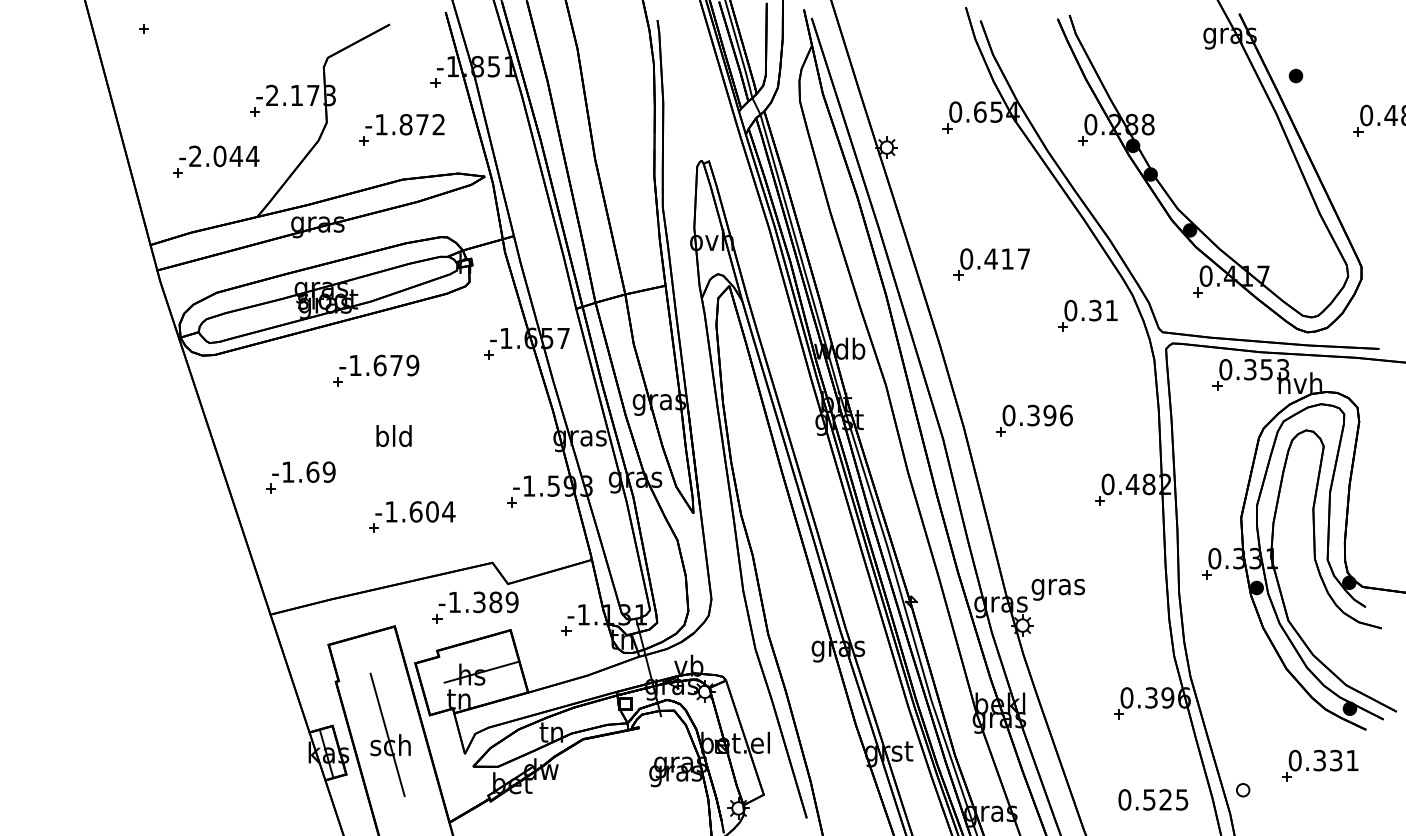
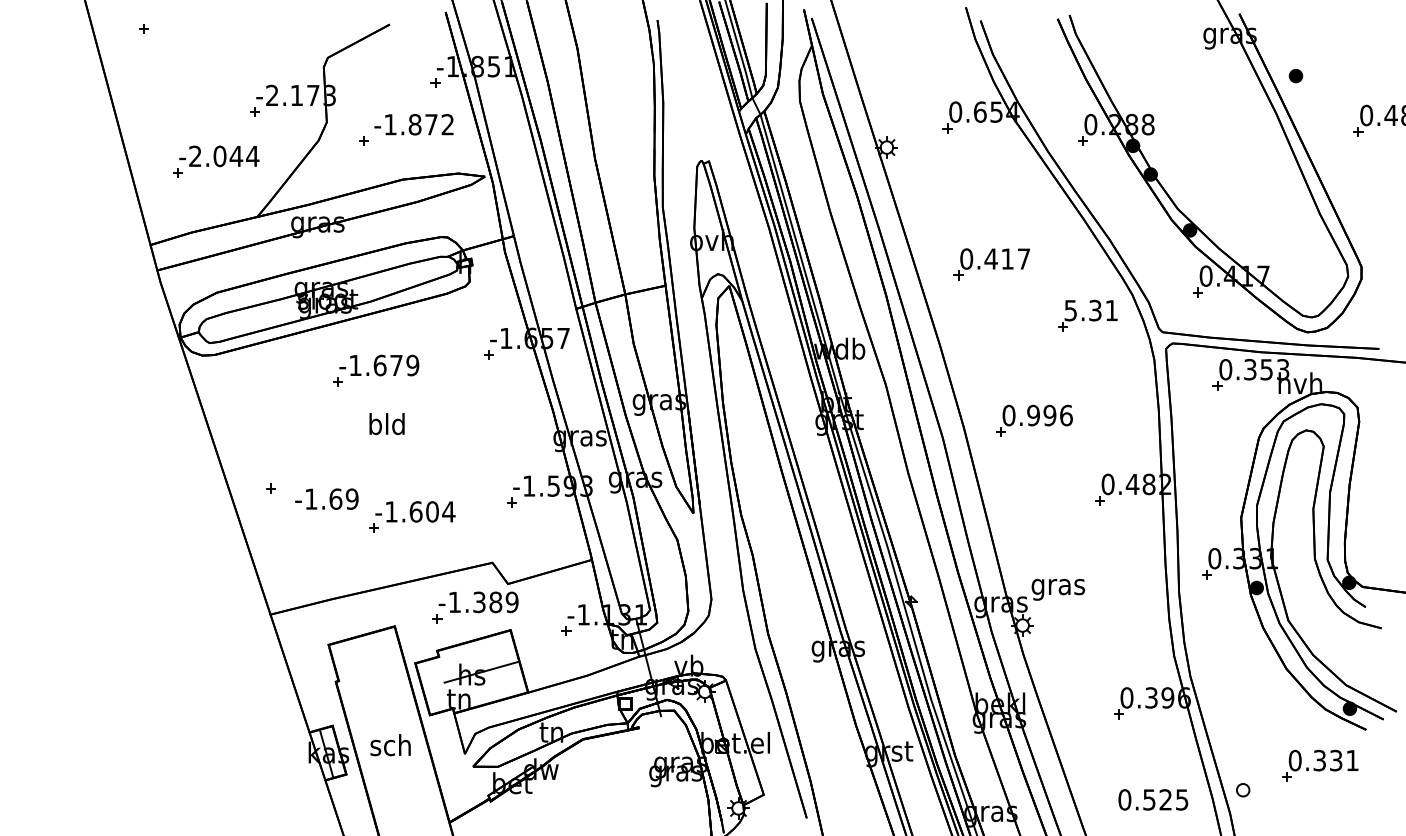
text at (404, 124) position: (404, 124) -> (413, 124)
text at (1070, 310): 0.31 -> 5.31
text at (1033, 415): 0.396 -> 0.996
text at (393, 436) position: (393, 436) -> (386, 424)
text at (303, 471) position: (303, 471) -> (326, 498)
line at (387, 734): present -> none
